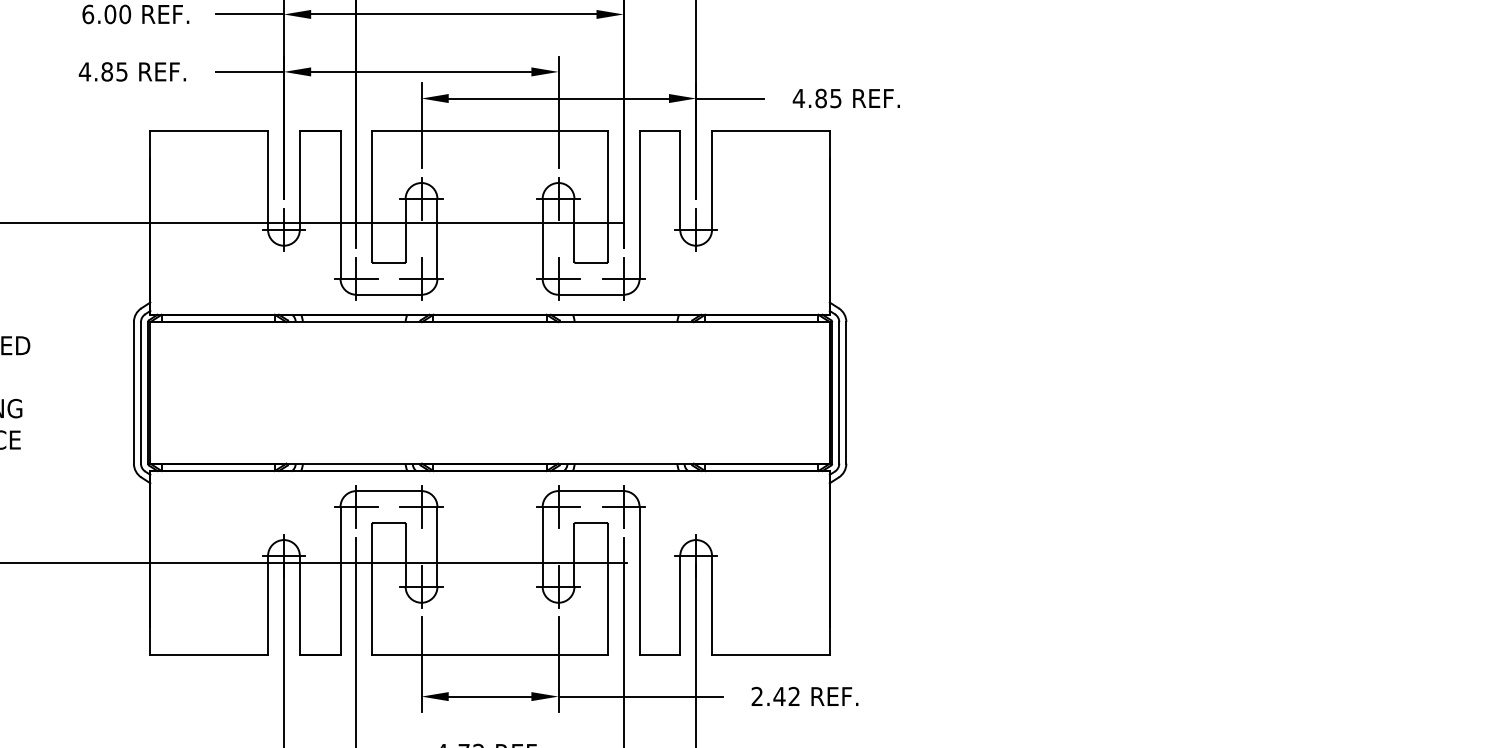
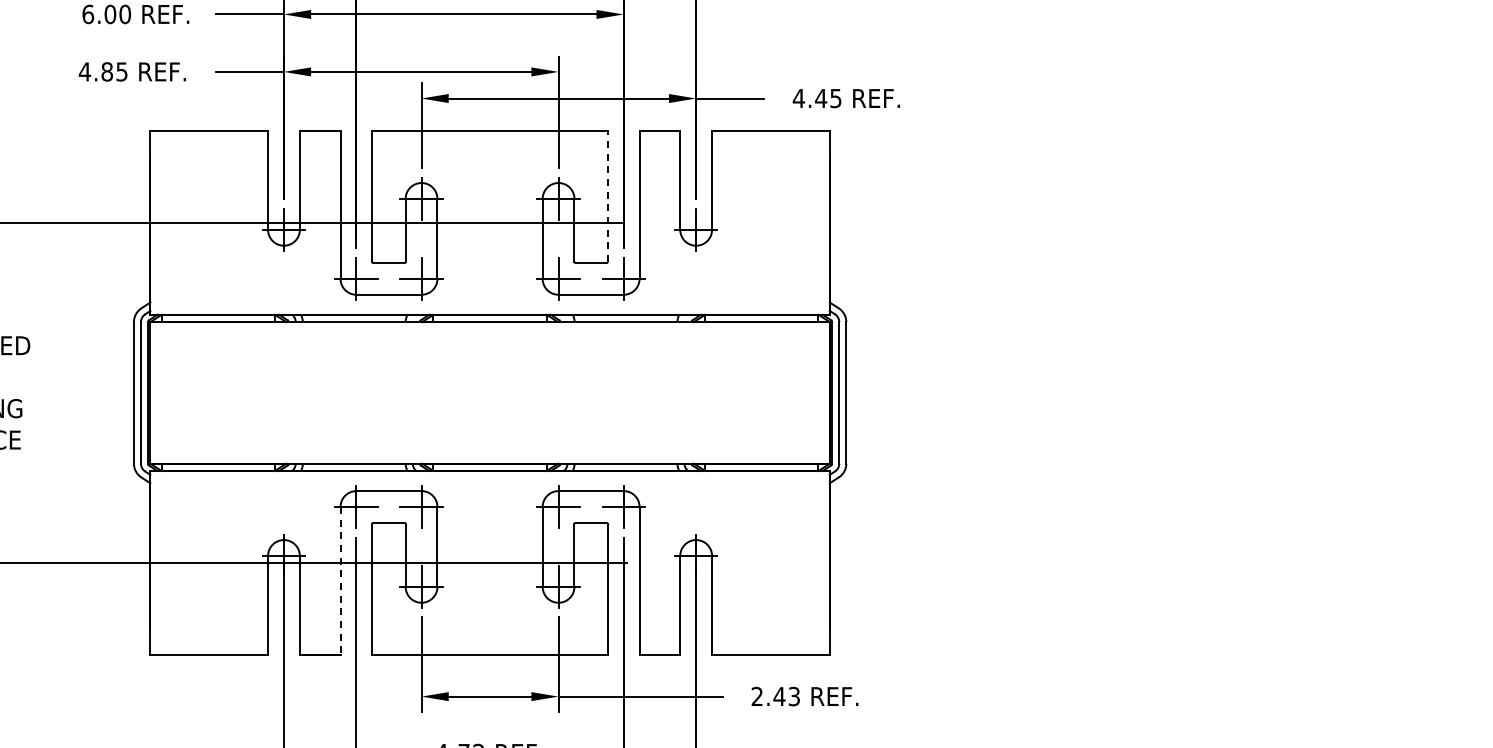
text at (821, 98): 4.85 -> 4.45
line at (607, 196): solid -> dashed
line at (340, 581): solid -> dashed
text at (793, 696): 2.42 -> 2.43
